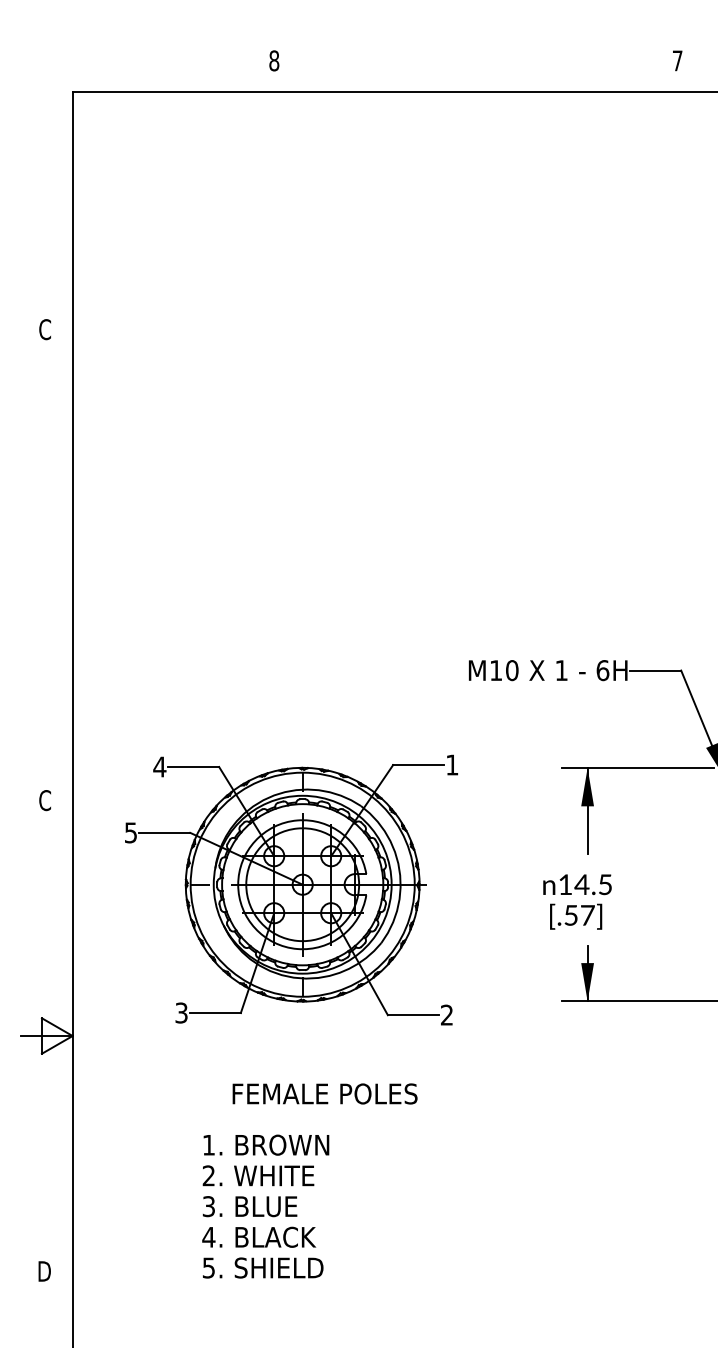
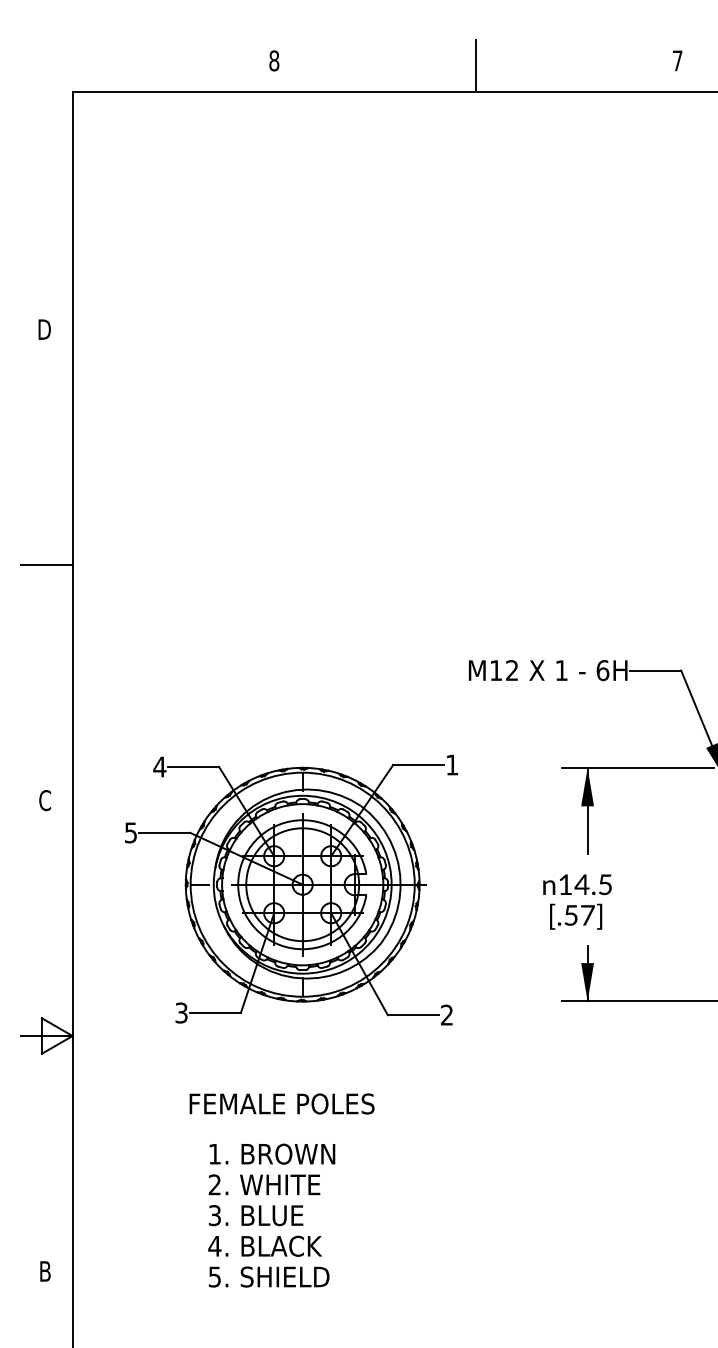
line at (476, 65): none -> present
text at (44, 329): C -> D
line at (46, 565): none -> present
text at (512, 670): M10 -> M12
text at (324, 1093) position: (324, 1093) -> (281, 1103)
text at (265, 1206) position: (265, 1206) -> (271, 1215)
text at (44, 1271): D -> B
